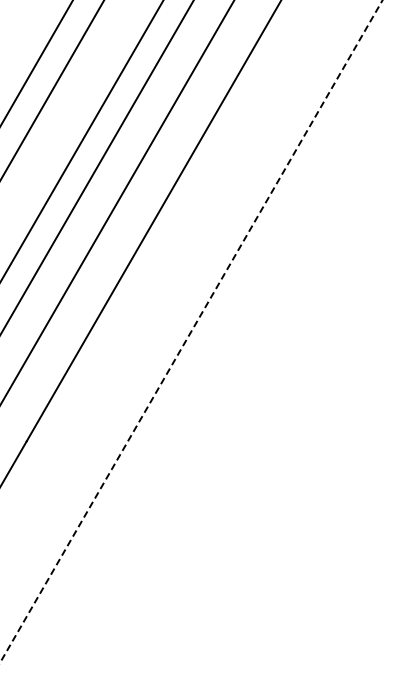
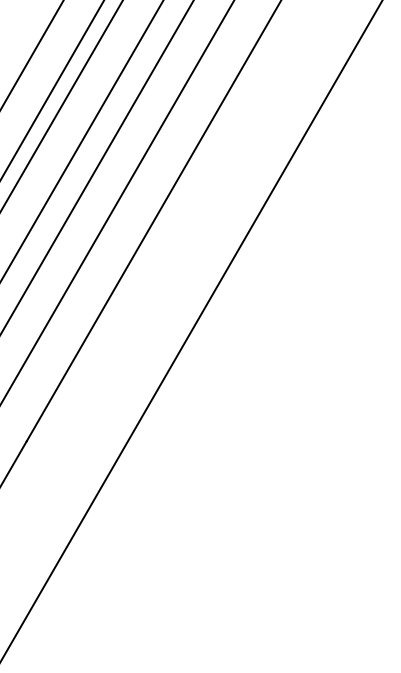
line at (36, 62) position: (36, 62) -> (32, 54)
line at (61, 105): none -> present
line at (191, 331): dashed -> solid
